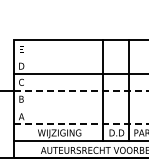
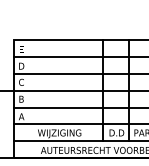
line at (79, 57): none -> present
line at (81, 90): dashed -> solid
line at (79, 107): none -> present
line at (81, 124): dashed -> solid
